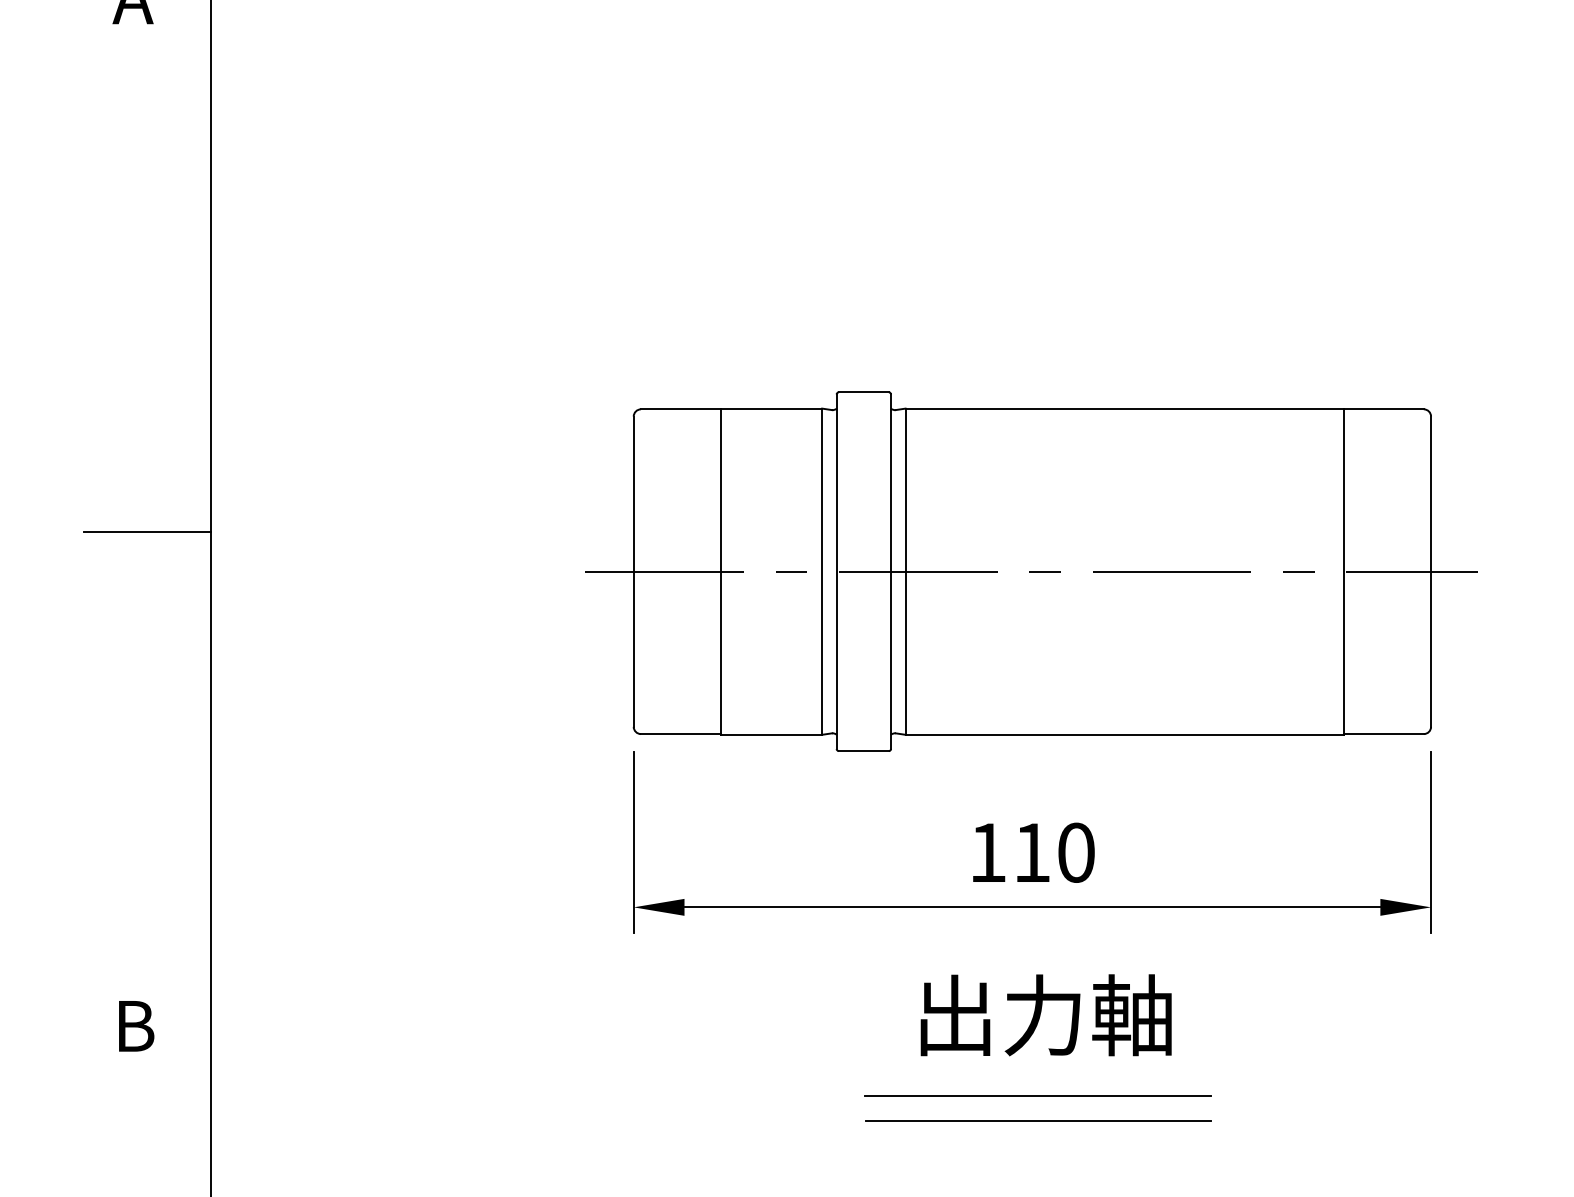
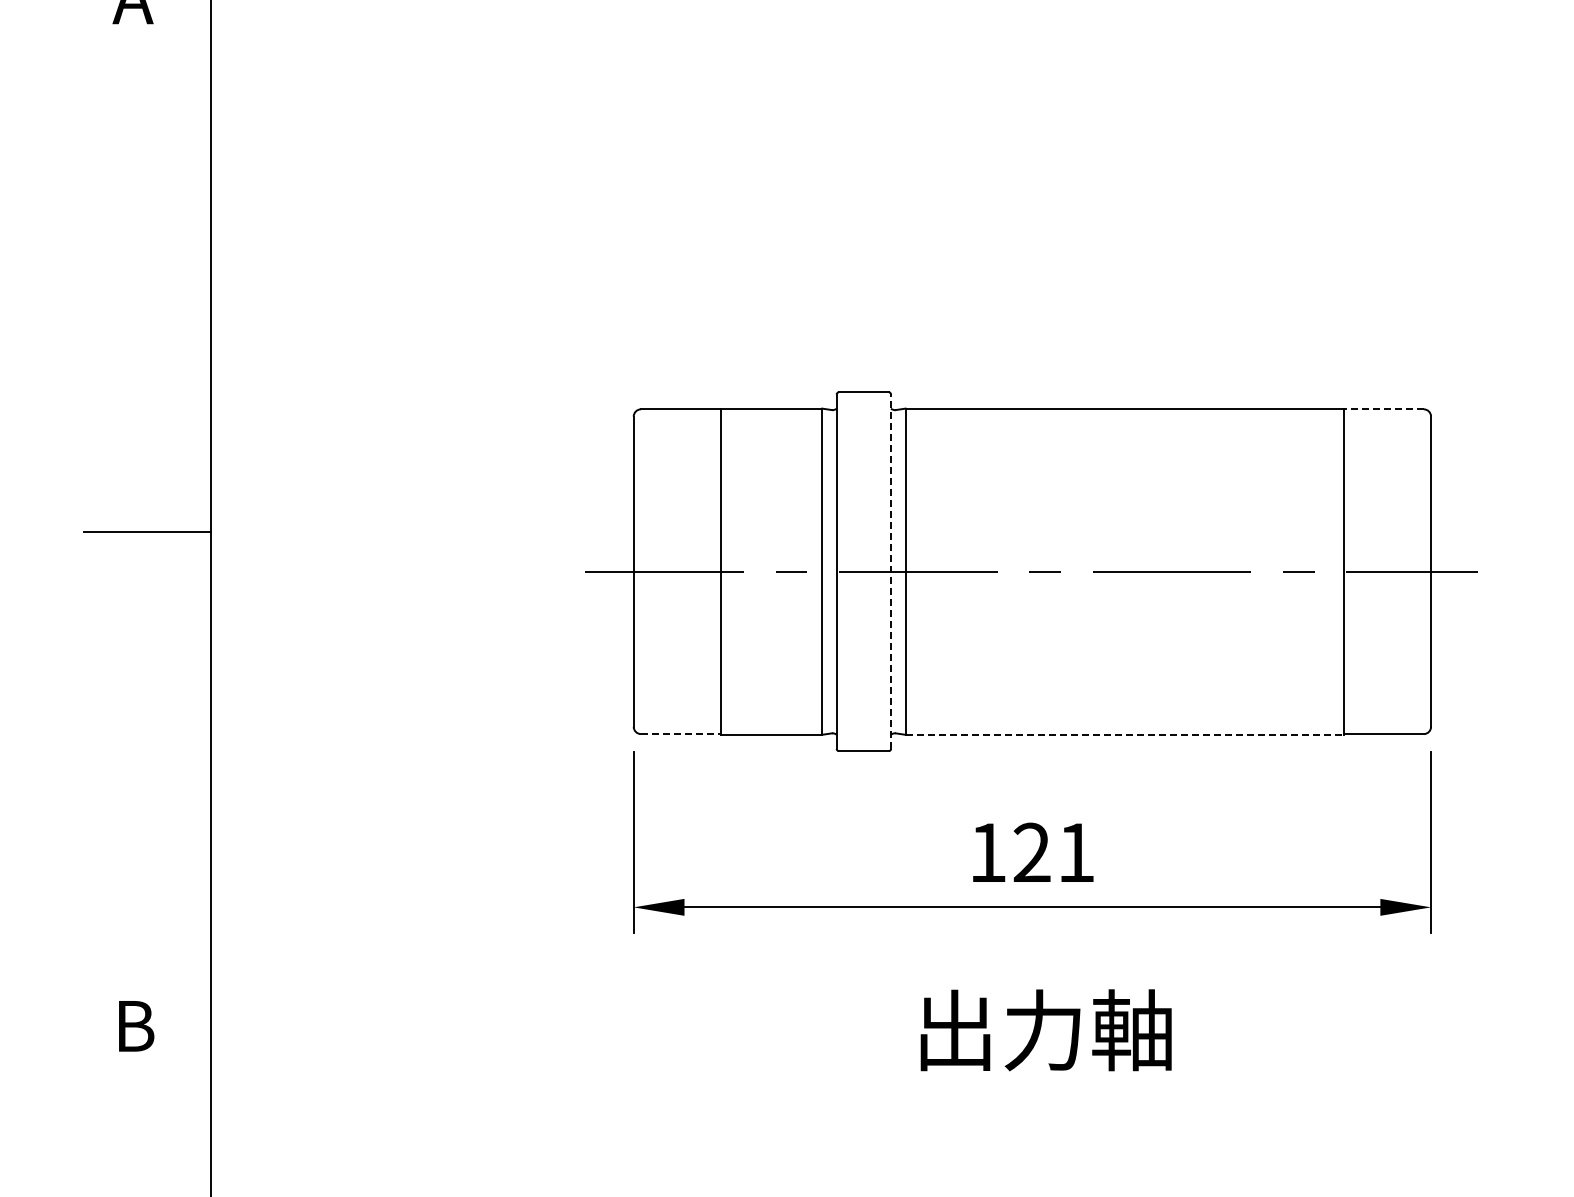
line at (1383, 409): solid -> dashed
line at (891, 571): solid -> dashed
line at (680, 734): solid -> dashed
line at (1125, 734): solid -> dashed
text at (1053, 852): 110 -> 121
text at (1045, 1015) position: (1045, 1015) -> (1045, 1030)
line at (1037, 1096): present -> none
line at (1038, 1121): present -> none
